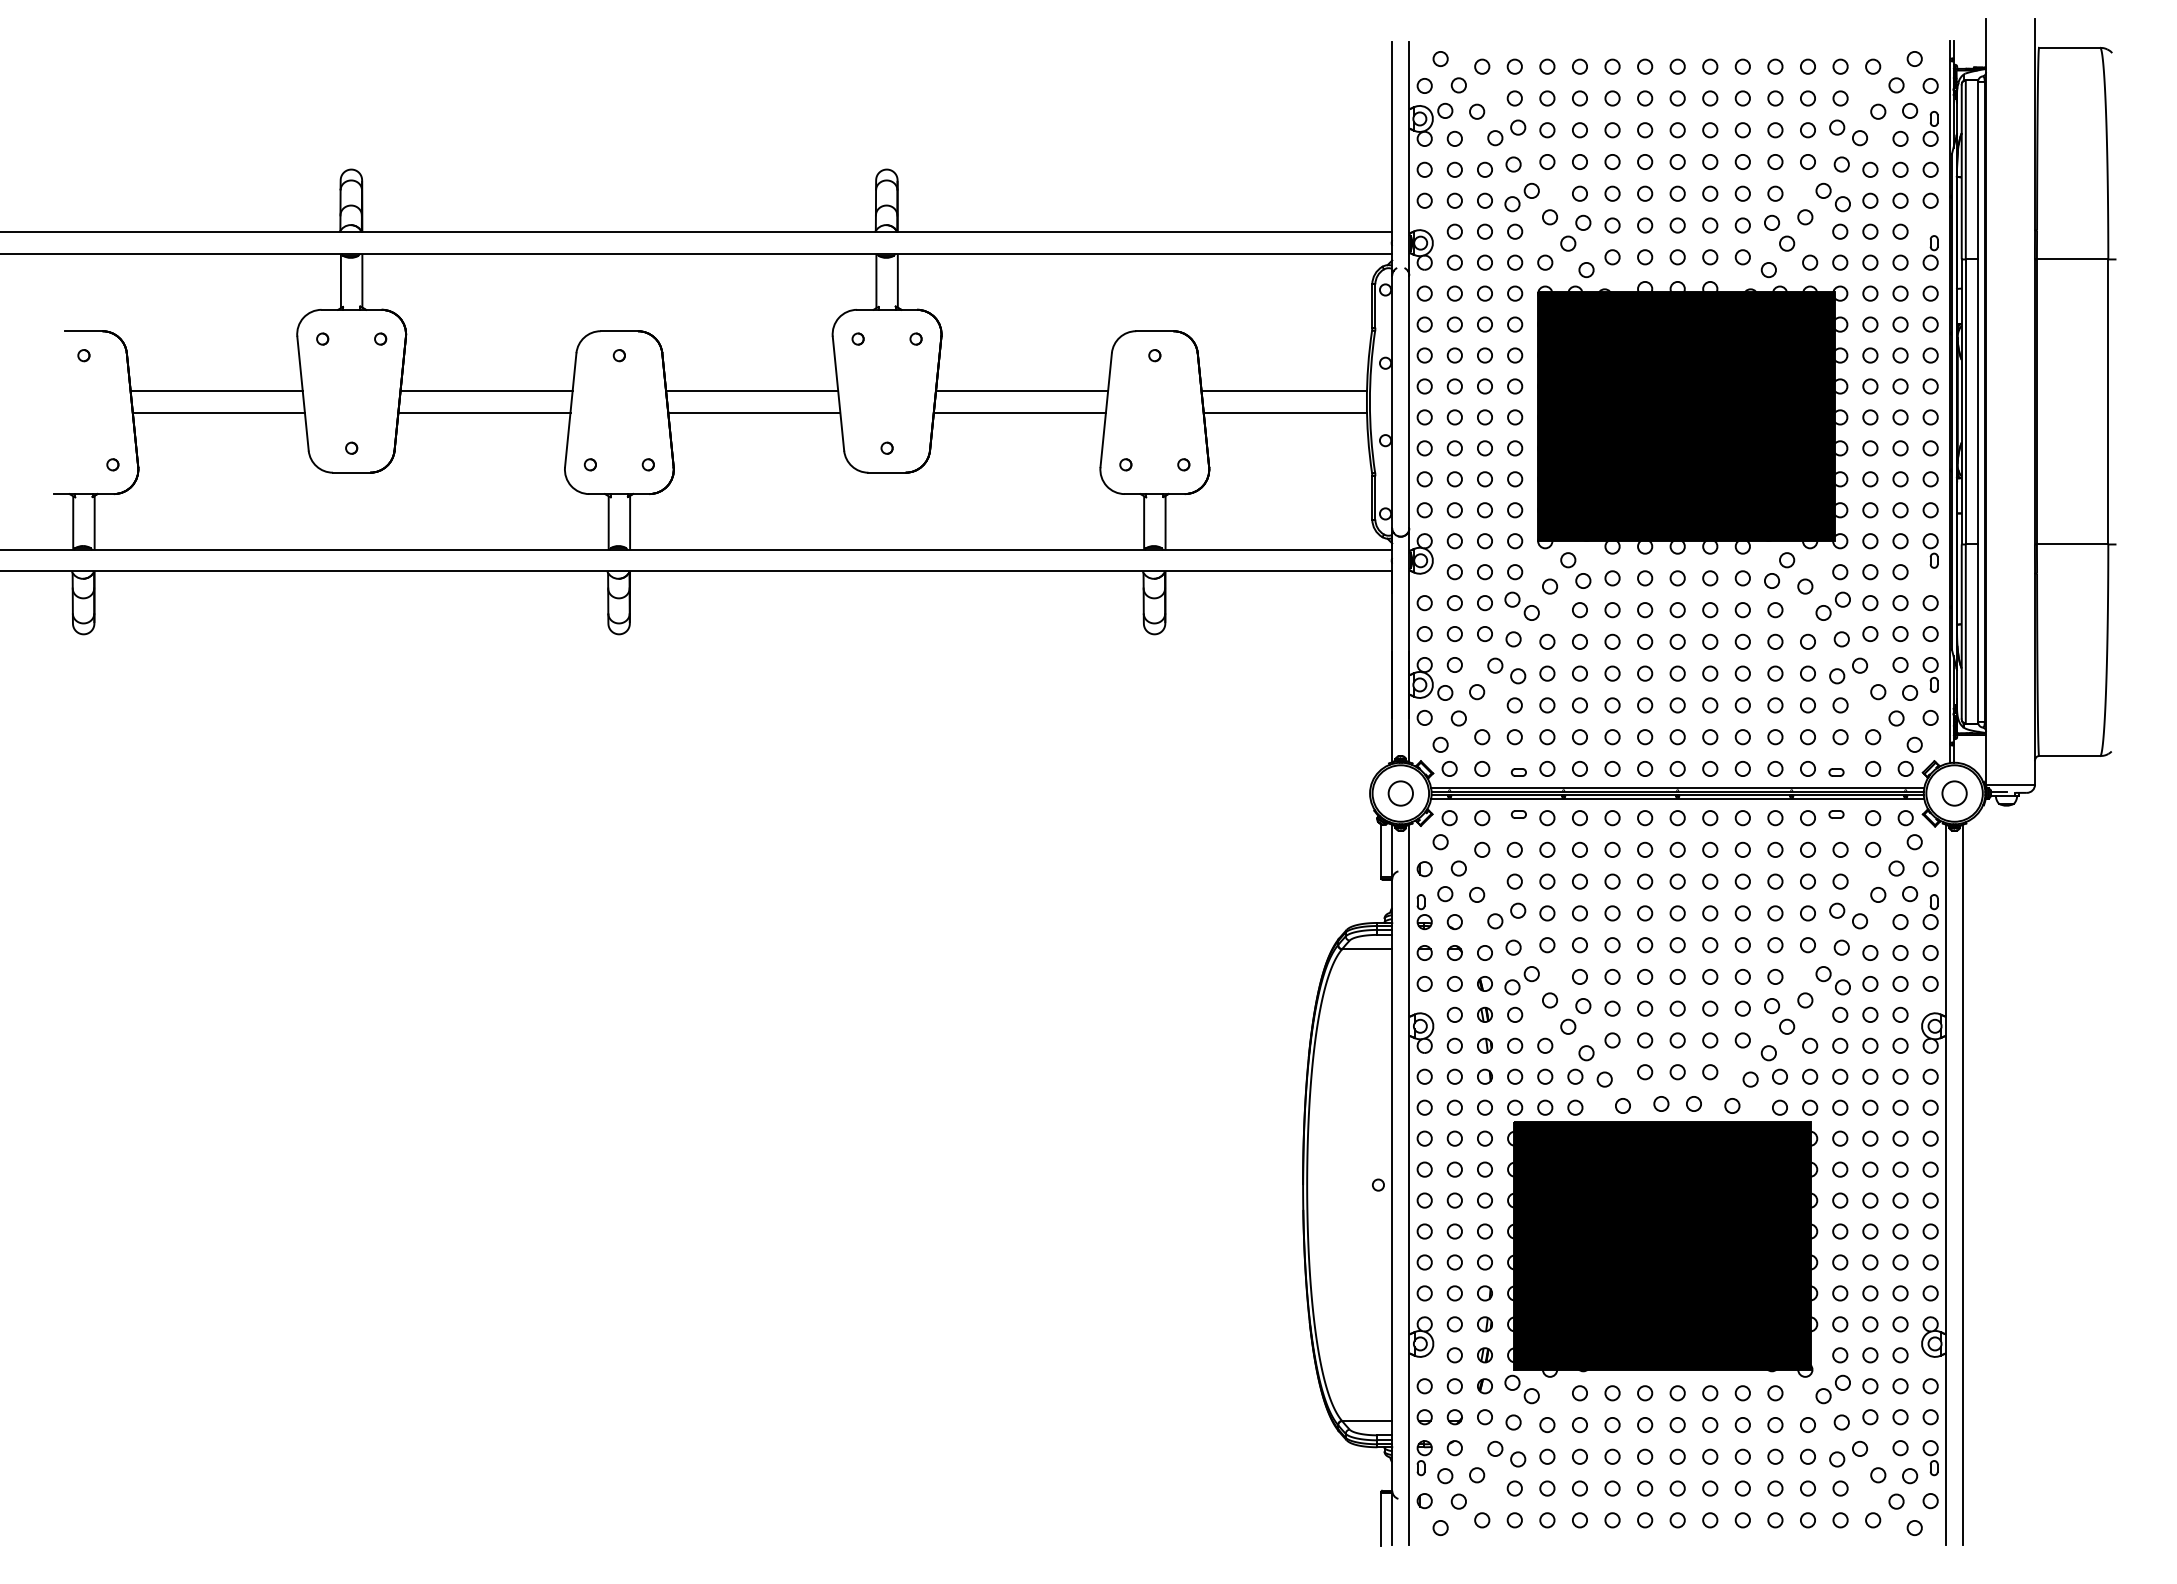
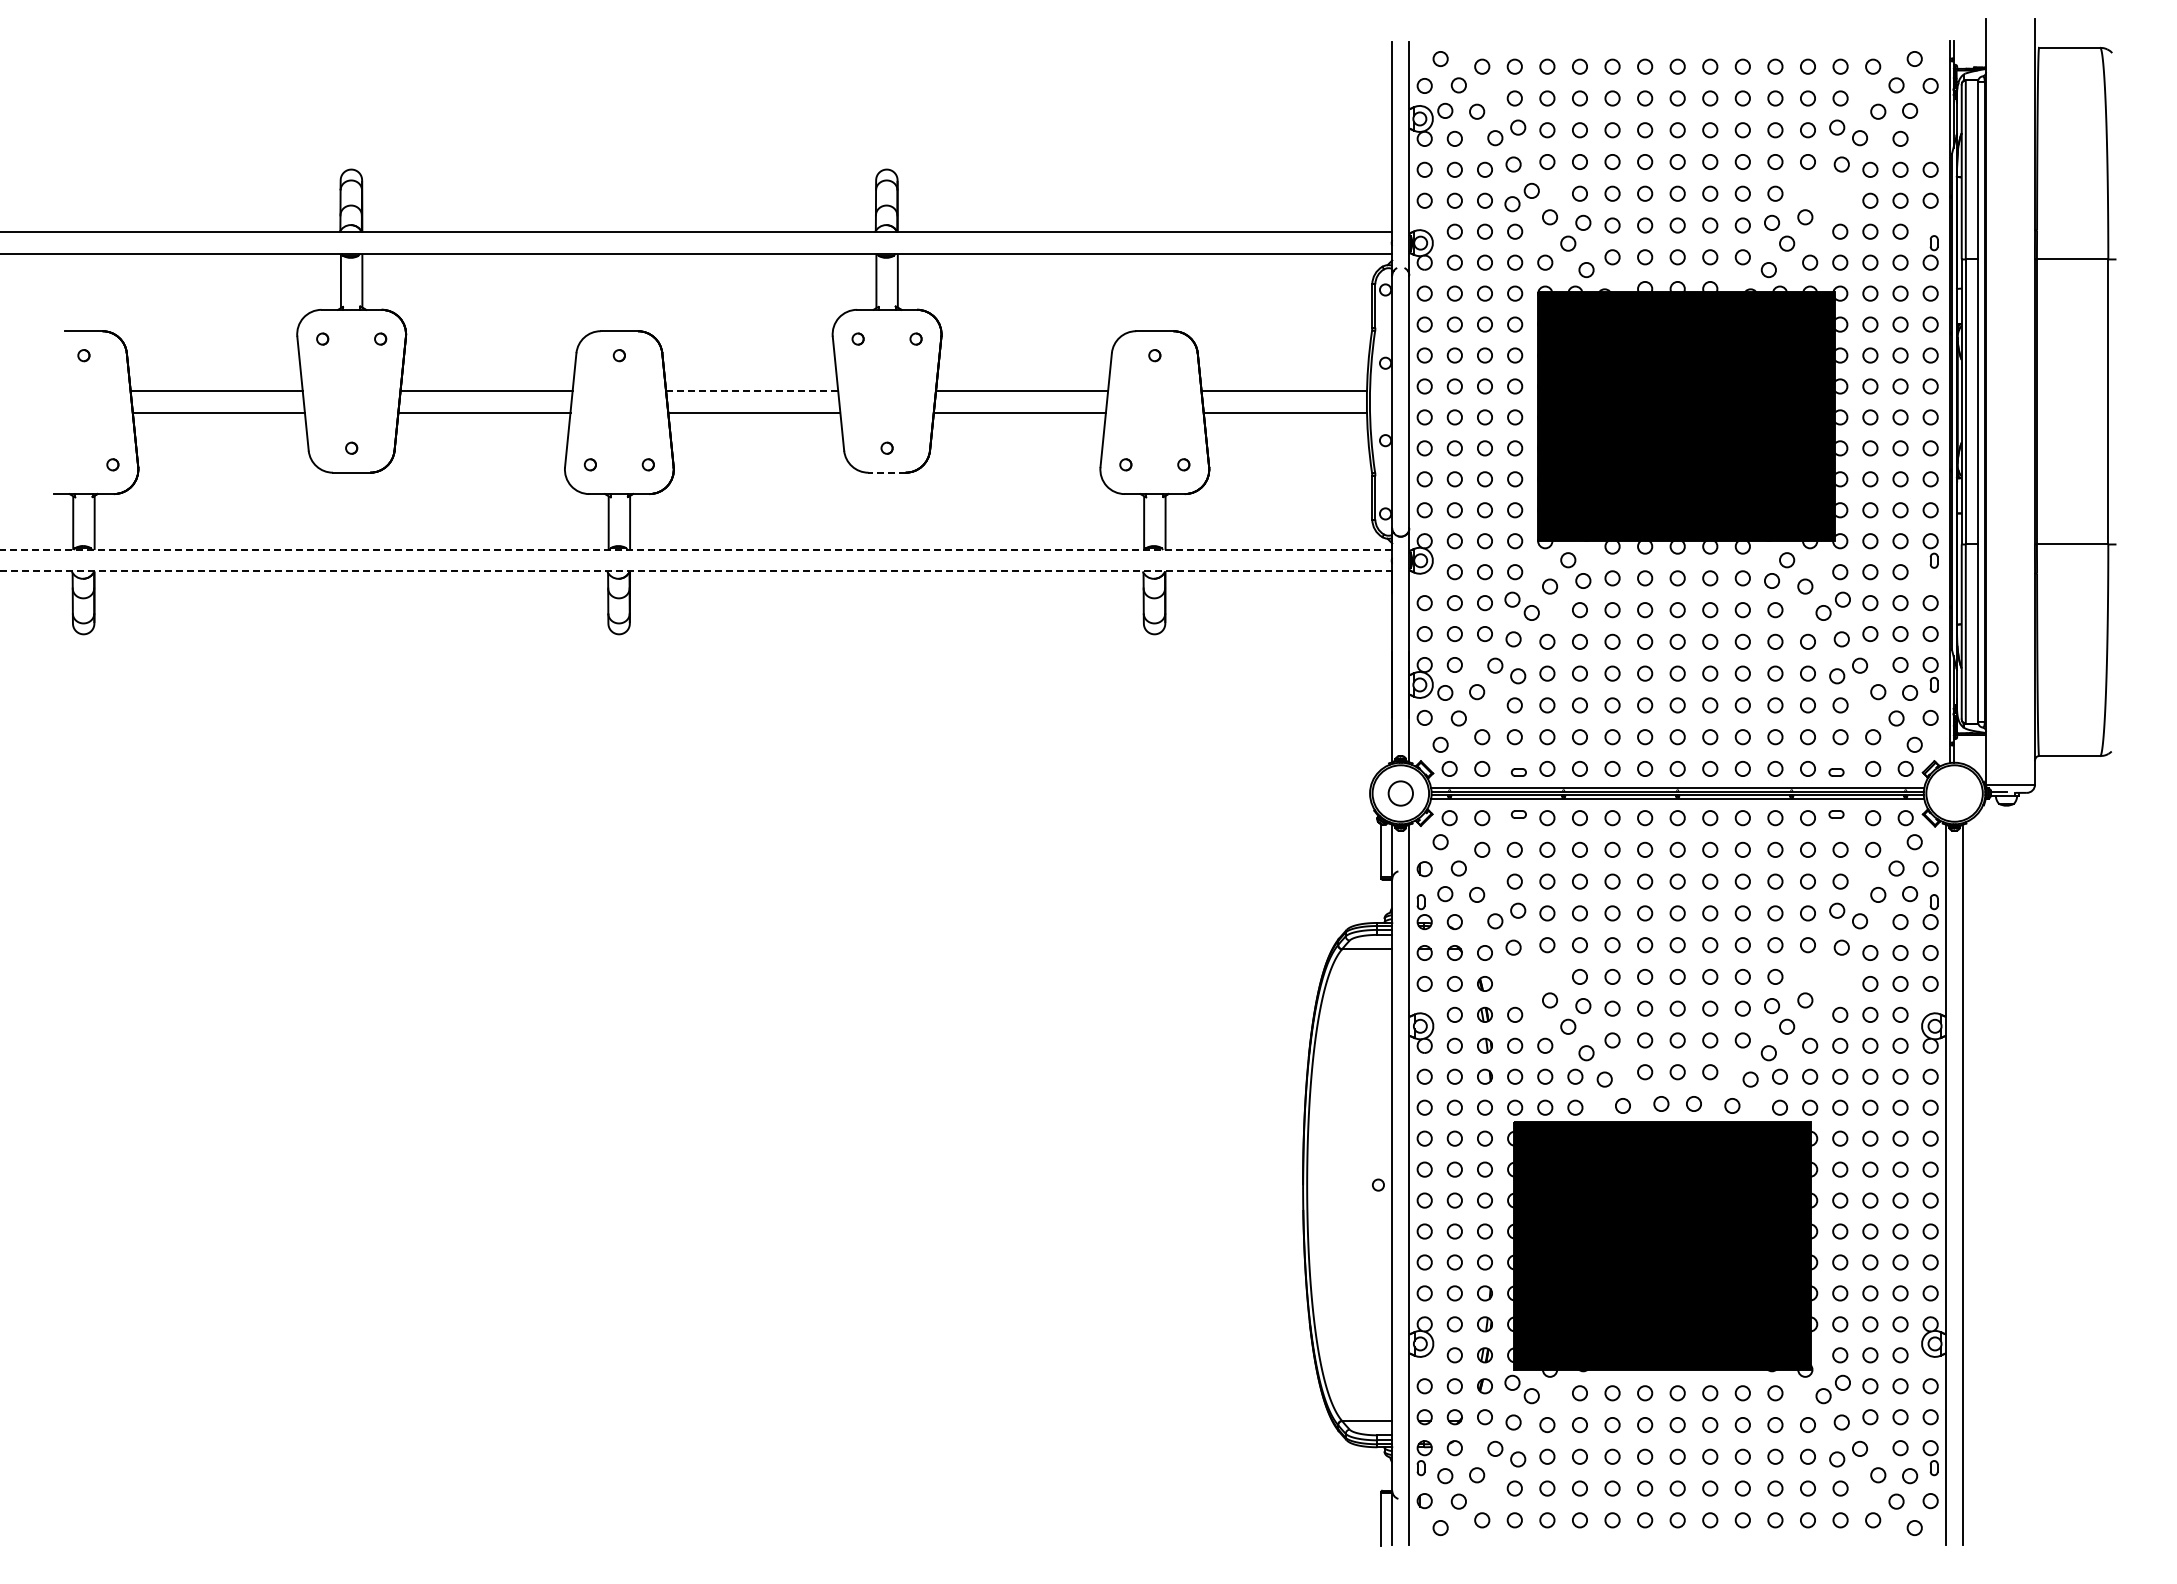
part at (1930, 128): present -> none
part at (1832, 197): present -> none
line at (751, 391): solid -> dashed
line at (887, 472): solid -> dashed
line at (696, 550): solid -> dashed
line at (696, 571): solid -> dashed
circle at (1954, 793): present -> none
part at (1521, 980): present -> none
part at (1832, 980): present -> none
